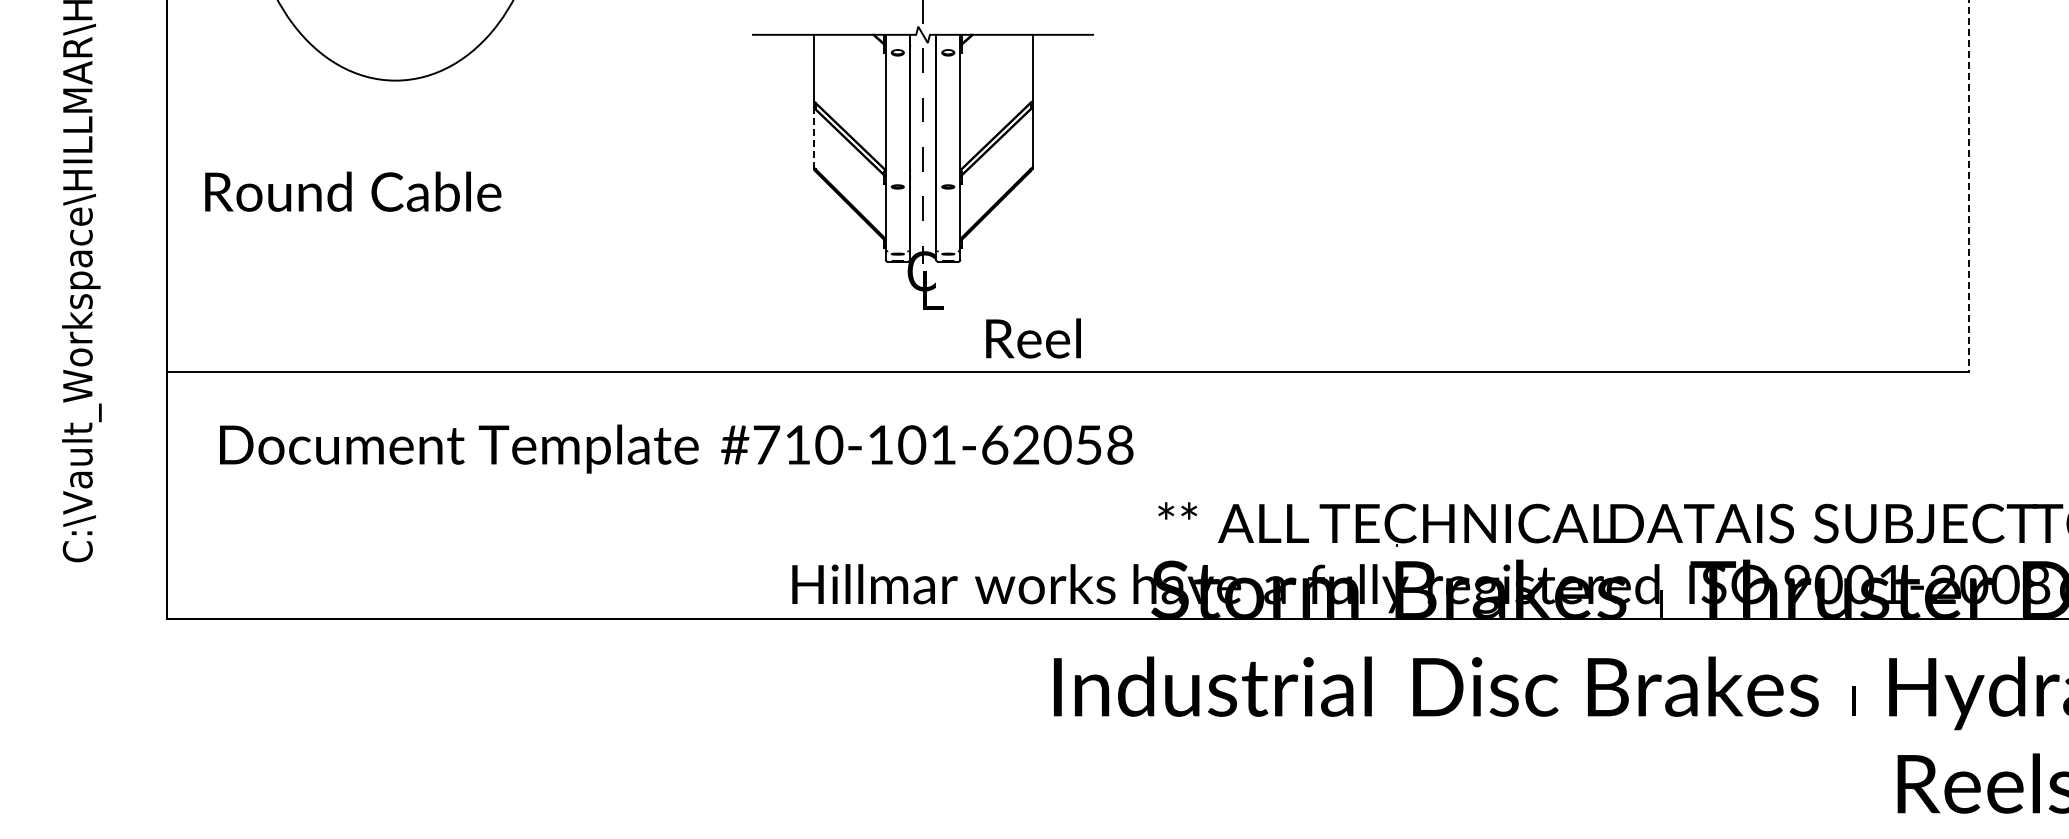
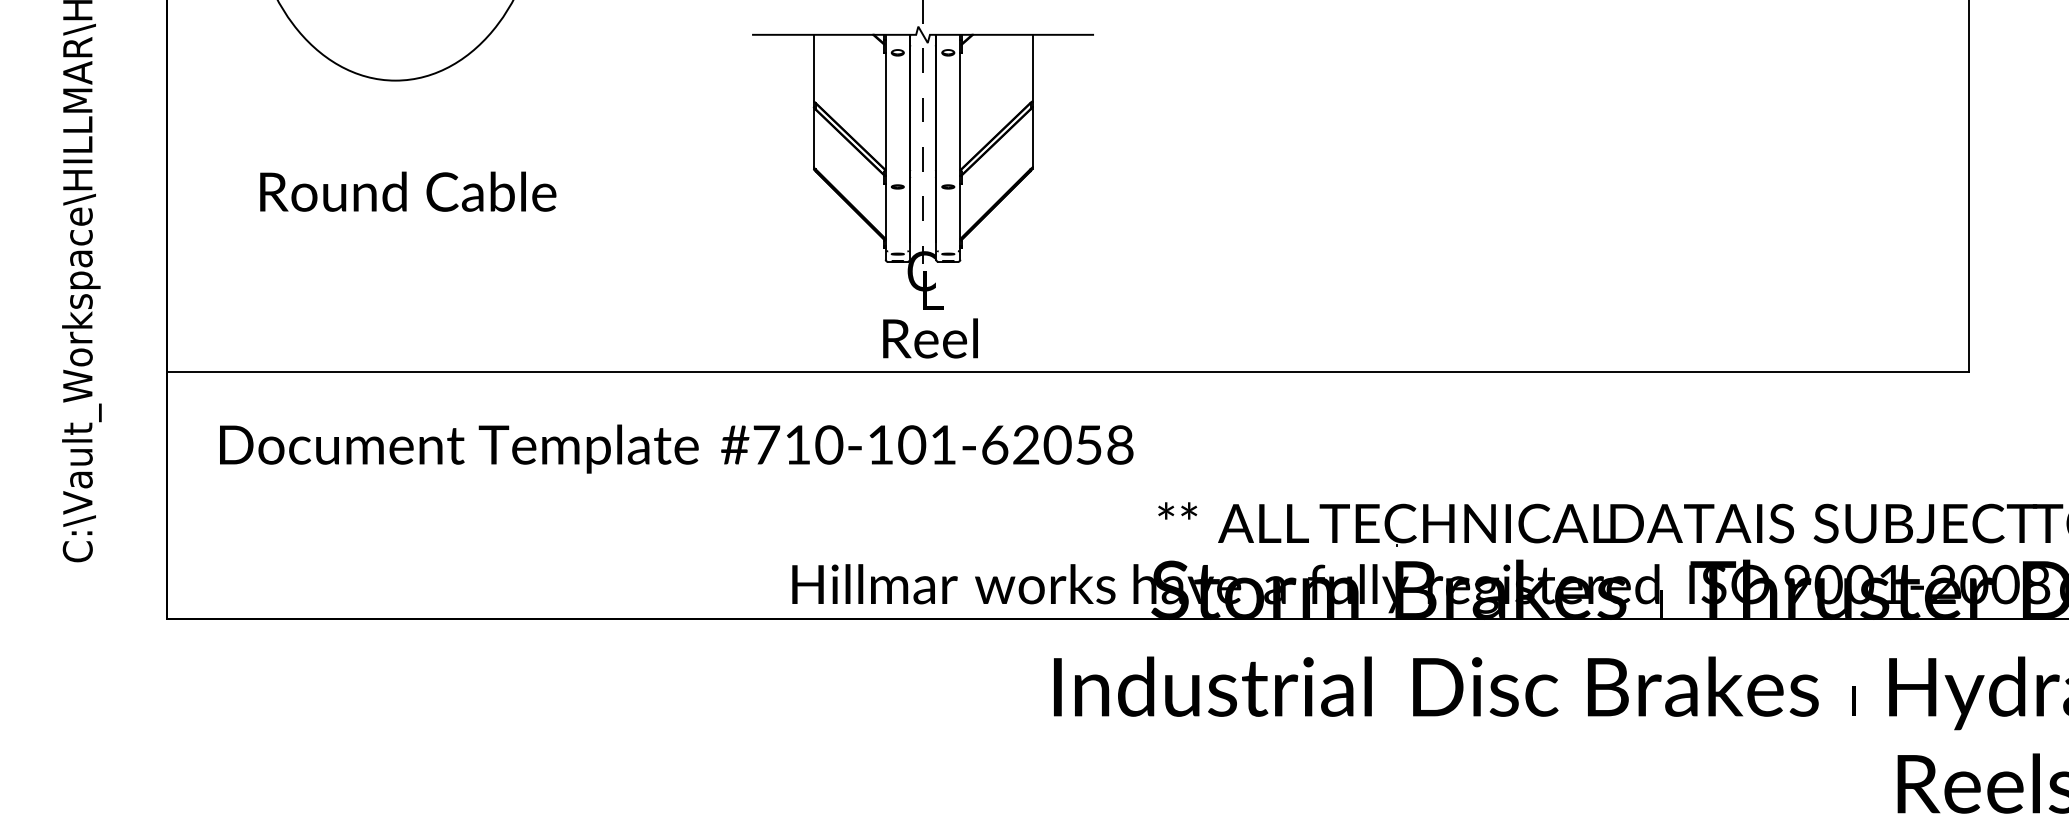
line at (813, 137): dashed -> solid
line at (1969, 186): dashed -> solid
text at (353, 191) position: (353, 191) -> (408, 191)
text at (1033, 338) position: (1033, 338) -> (930, 338)
